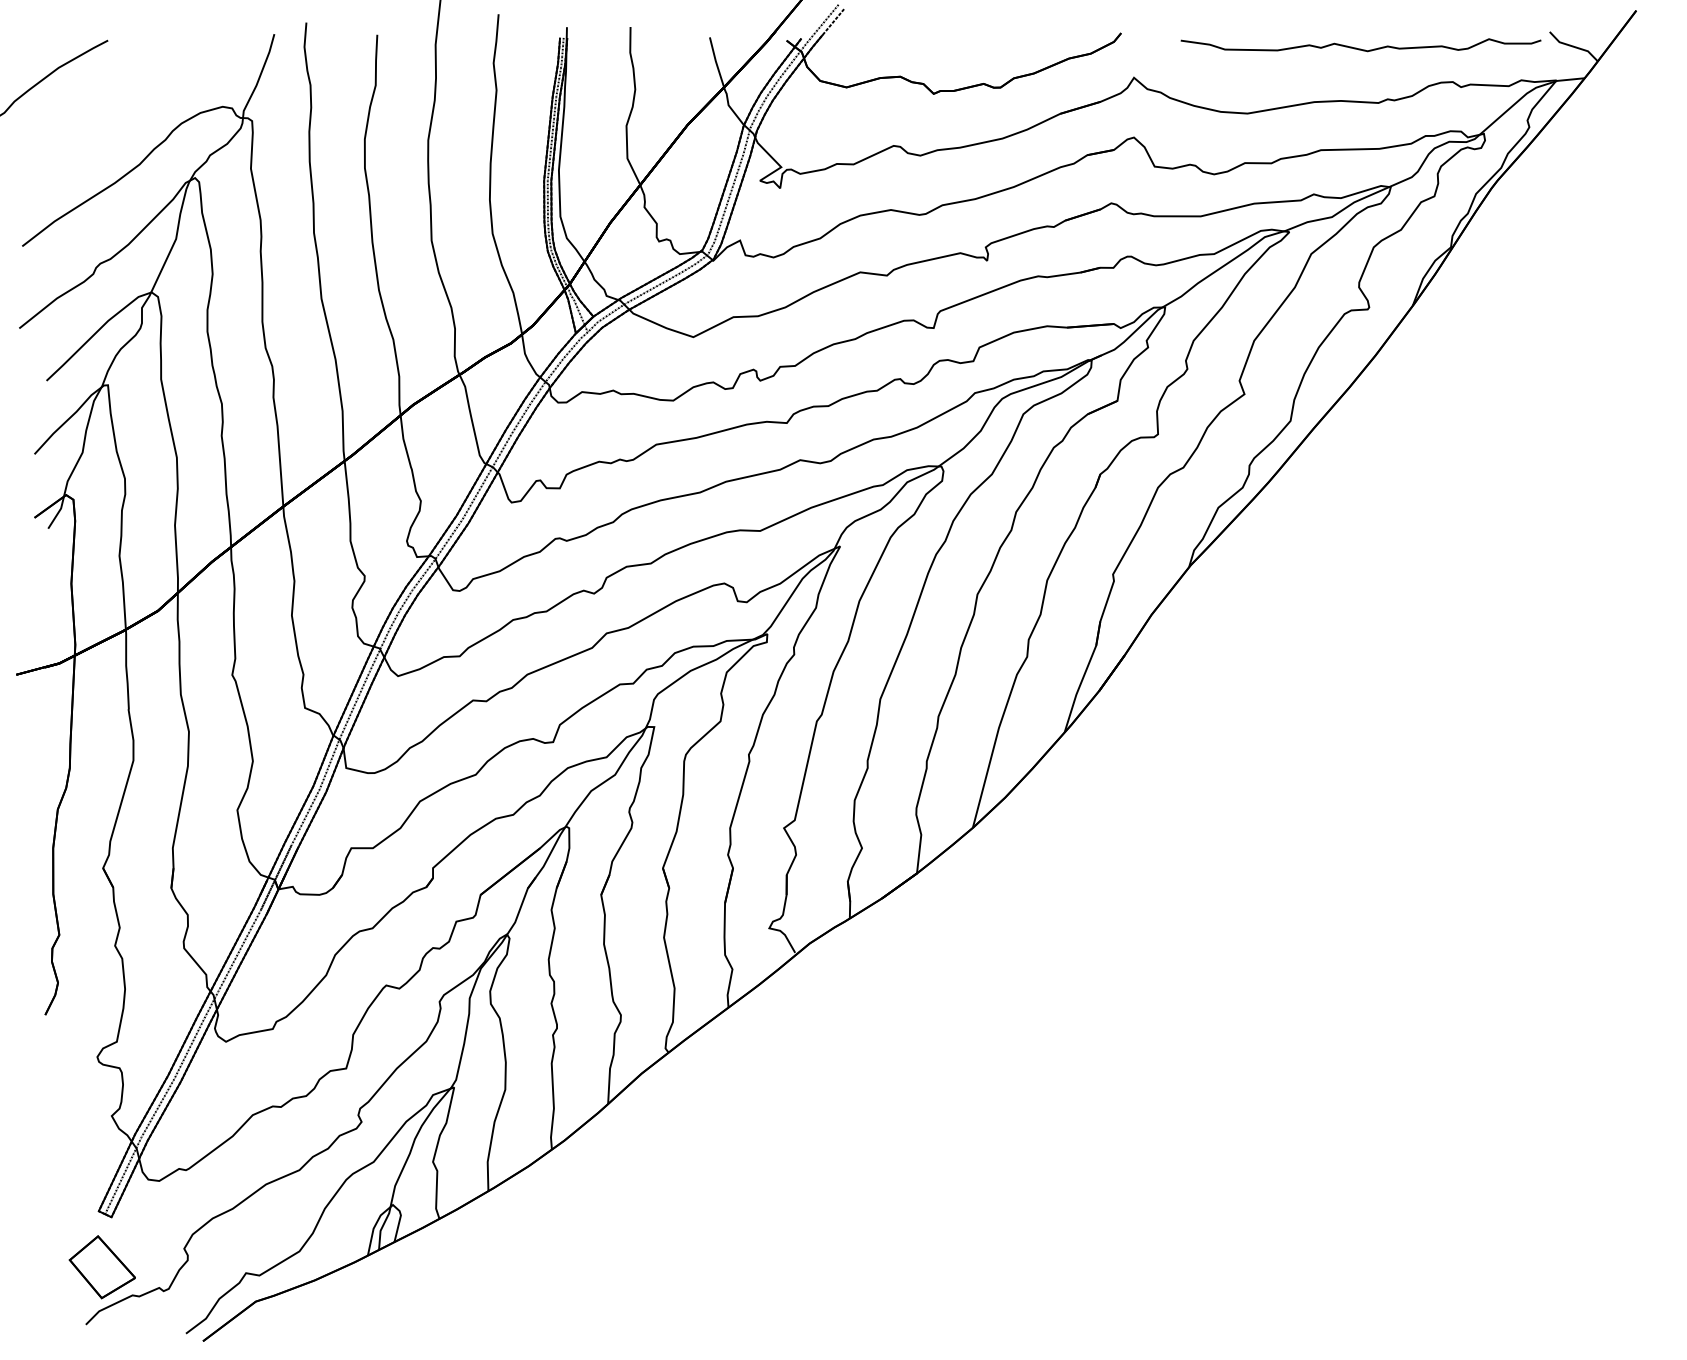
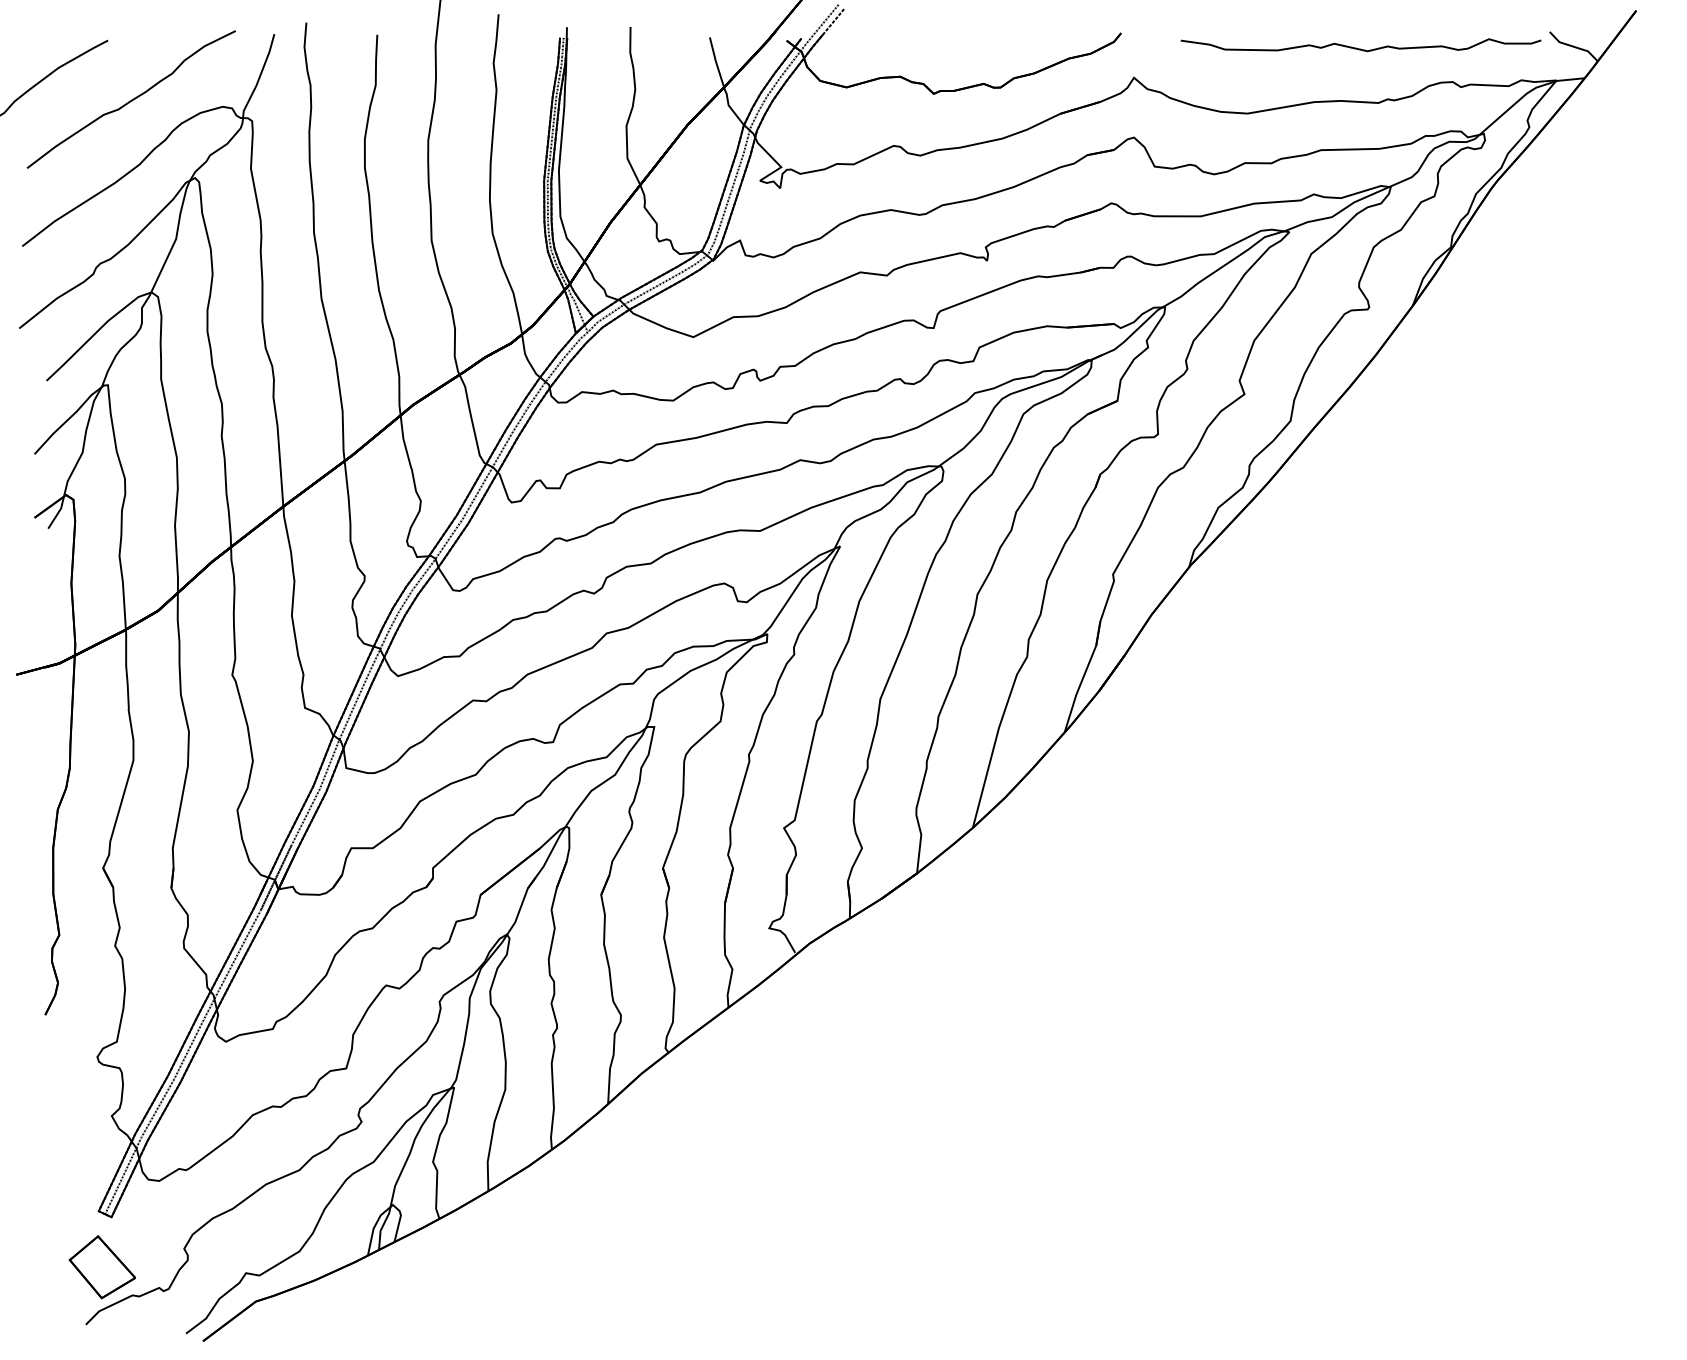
curve at (131, 99): none -> present
